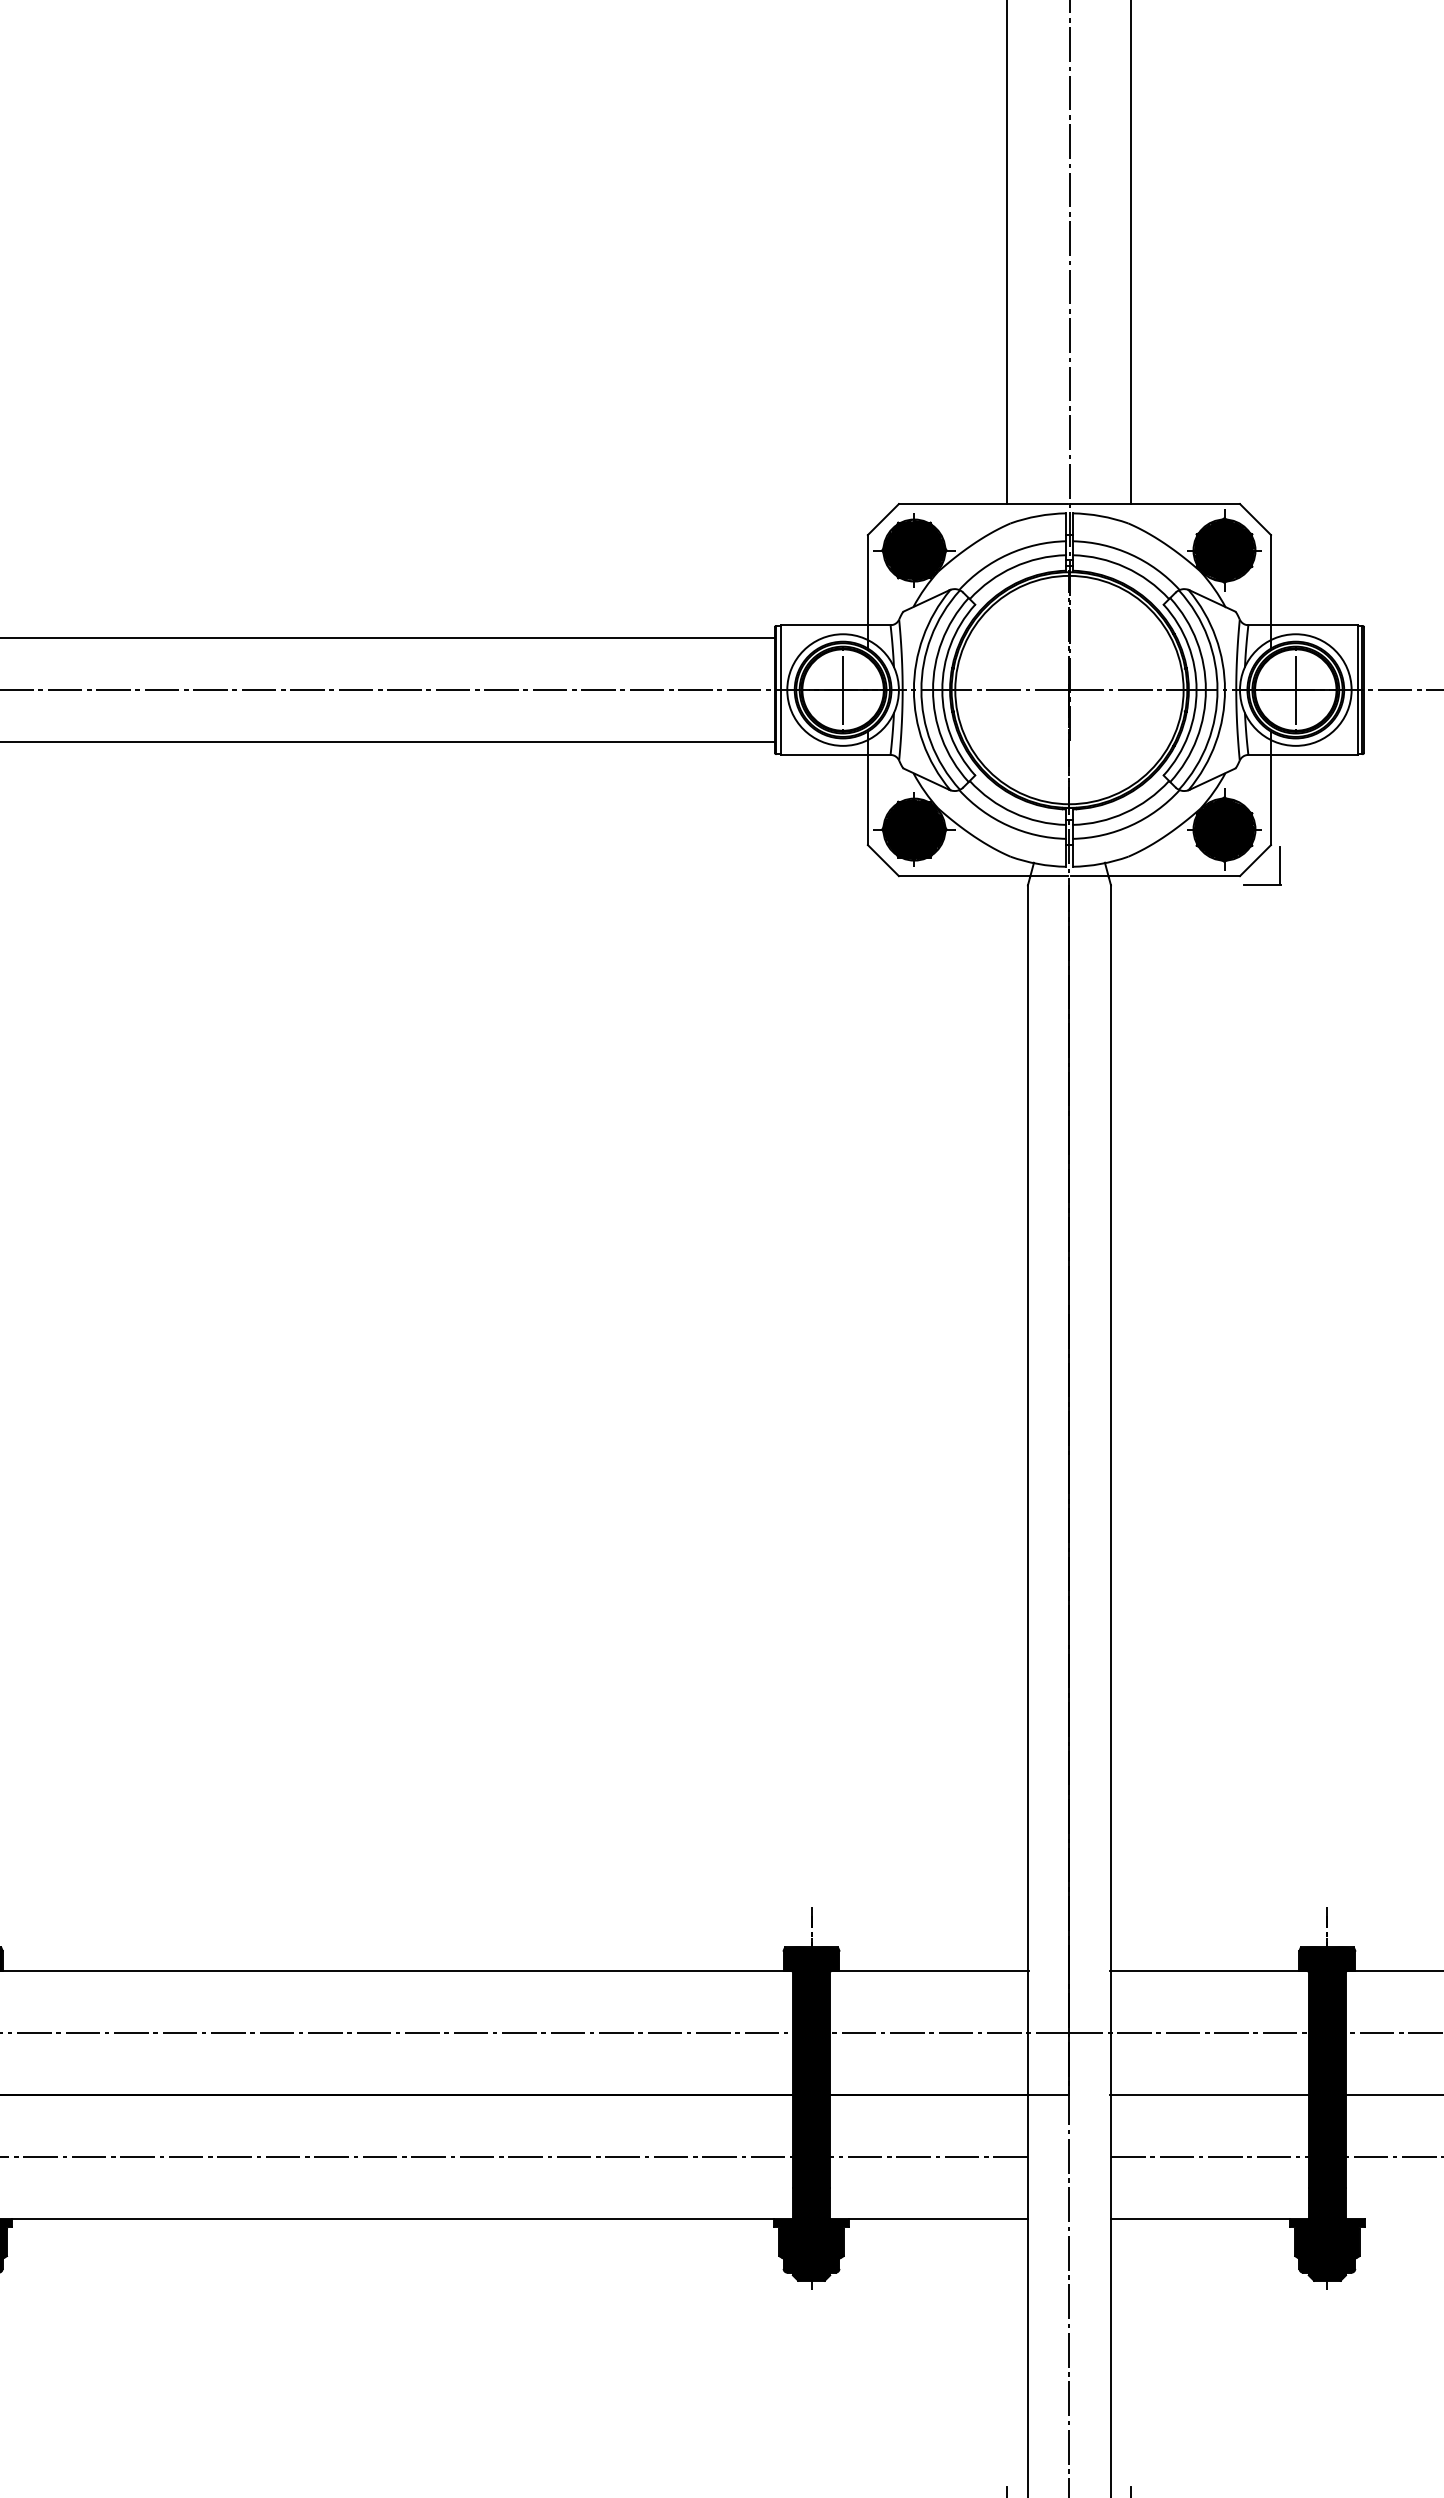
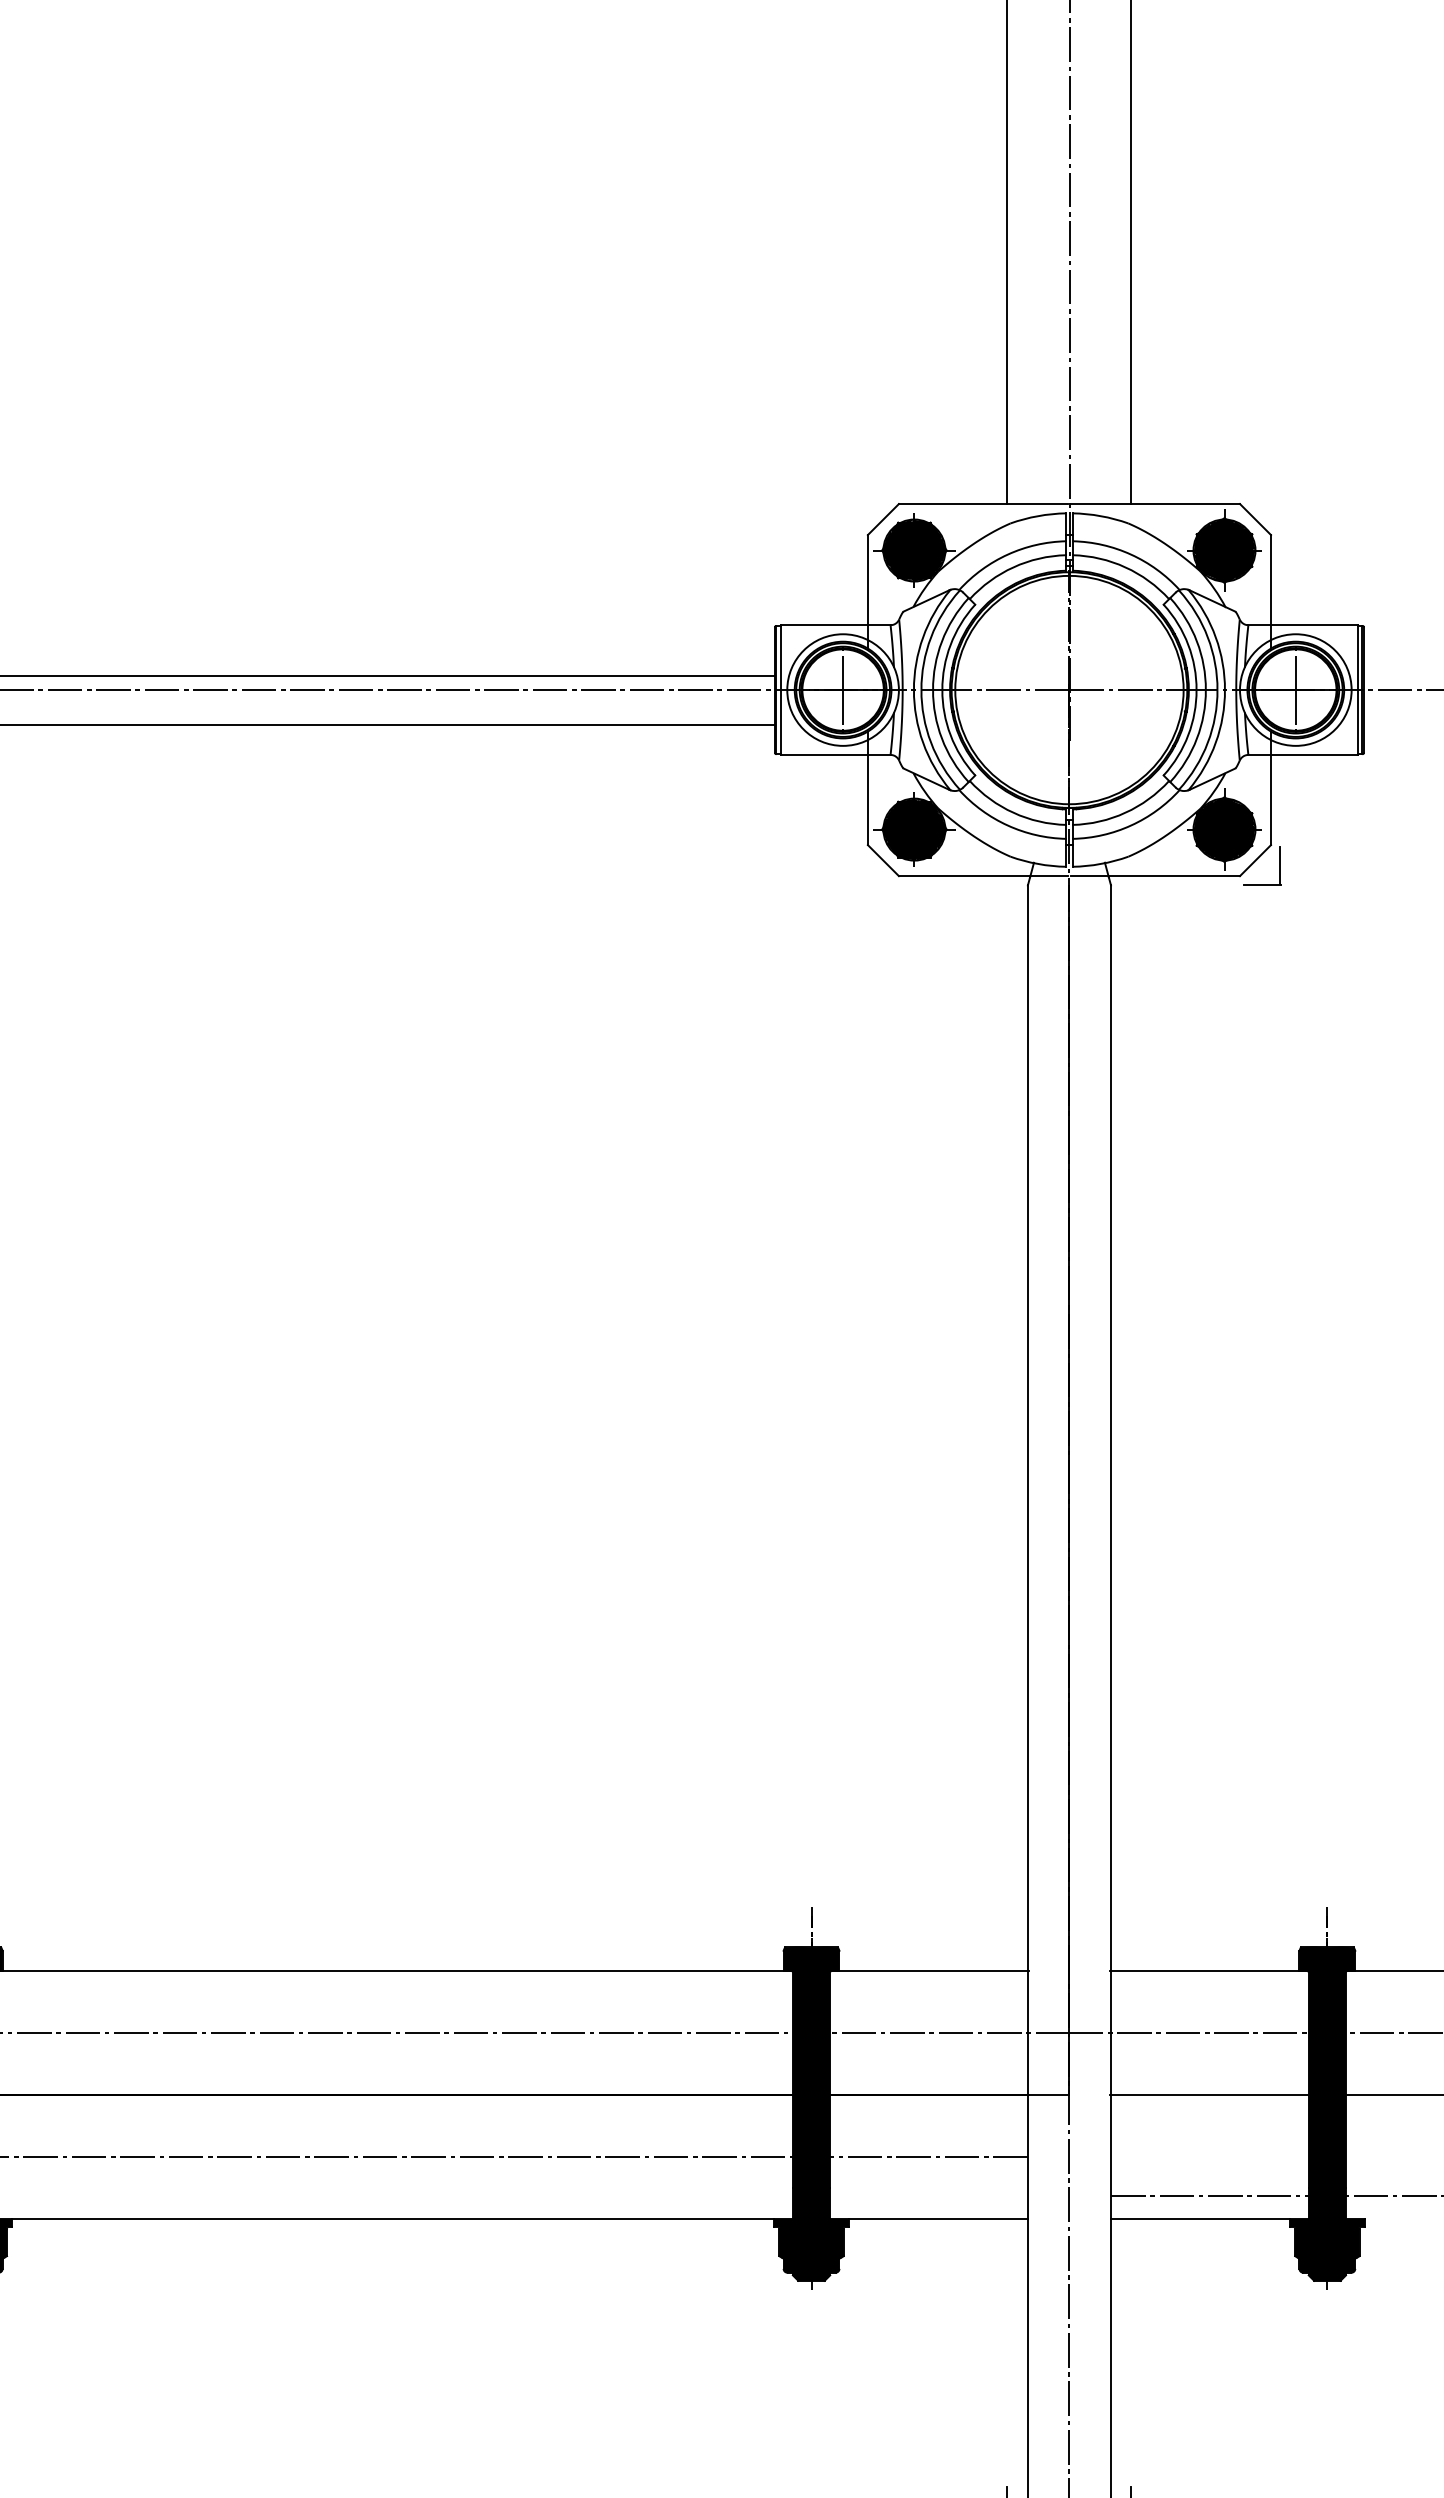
line at (388, 638) position: (388, 638) -> (388, 676)
line at (388, 742) position: (388, 742) -> (388, 725)
line at (1275, 2156) position: (1275, 2156) -> (1275, 2195)
